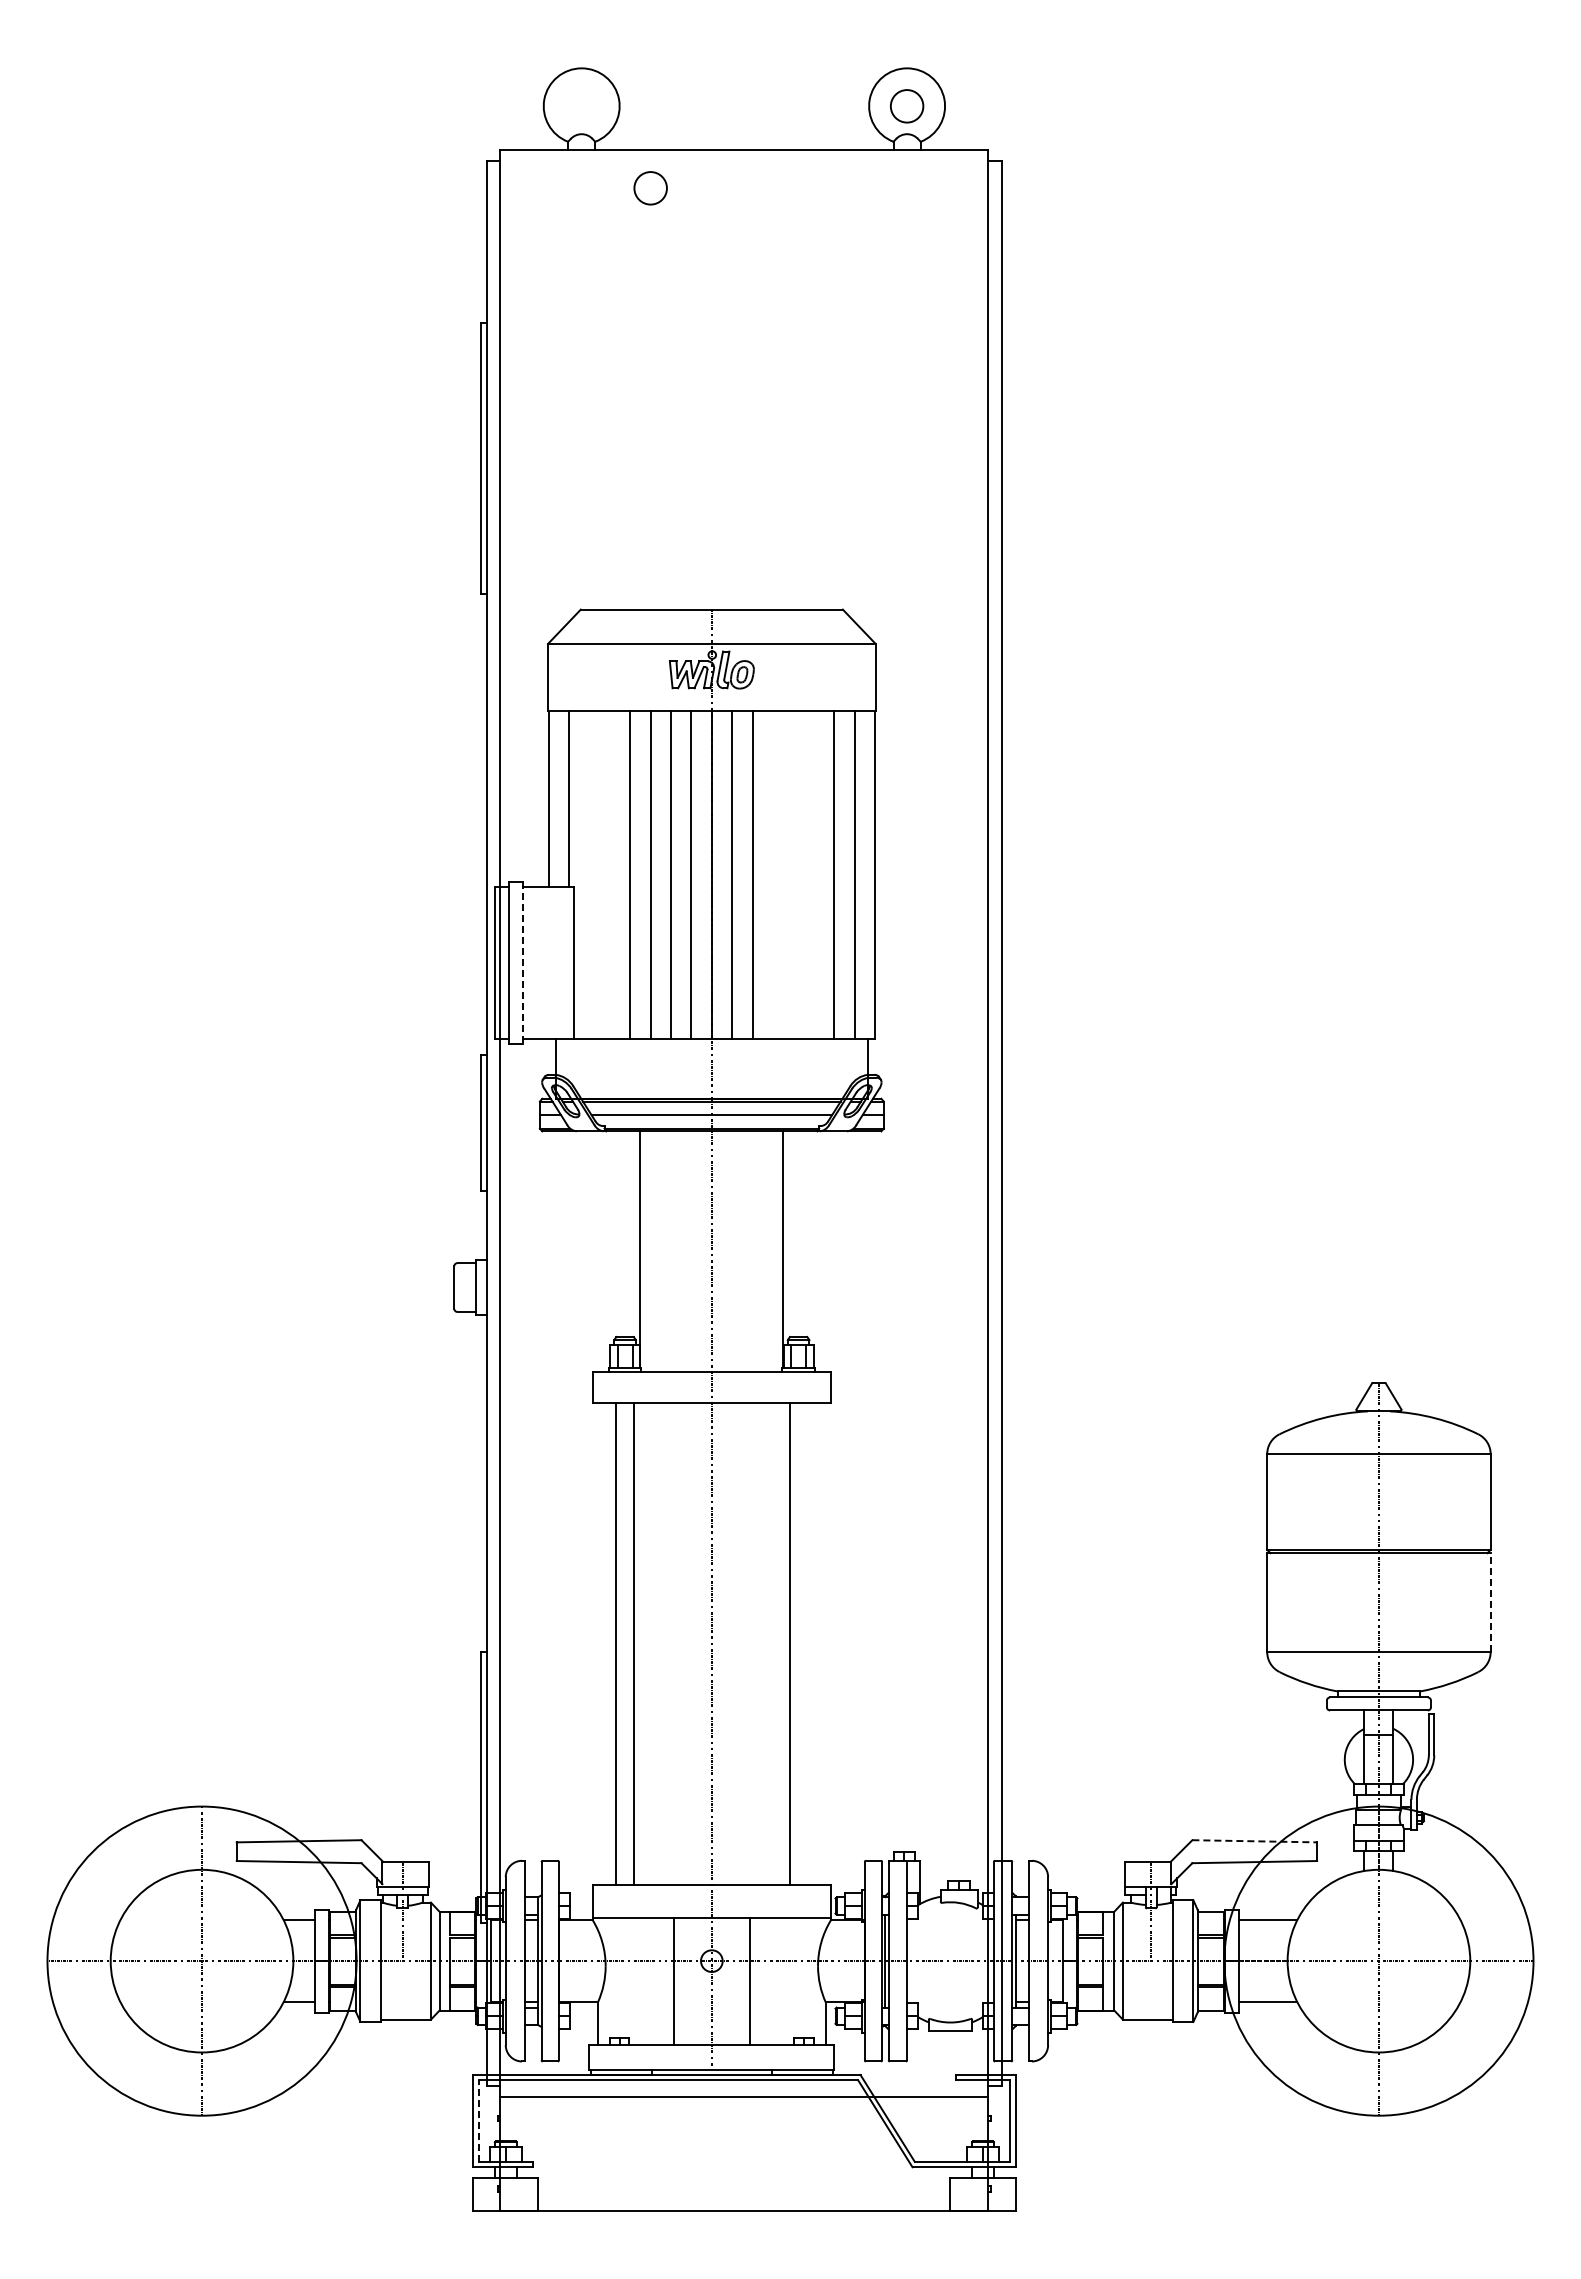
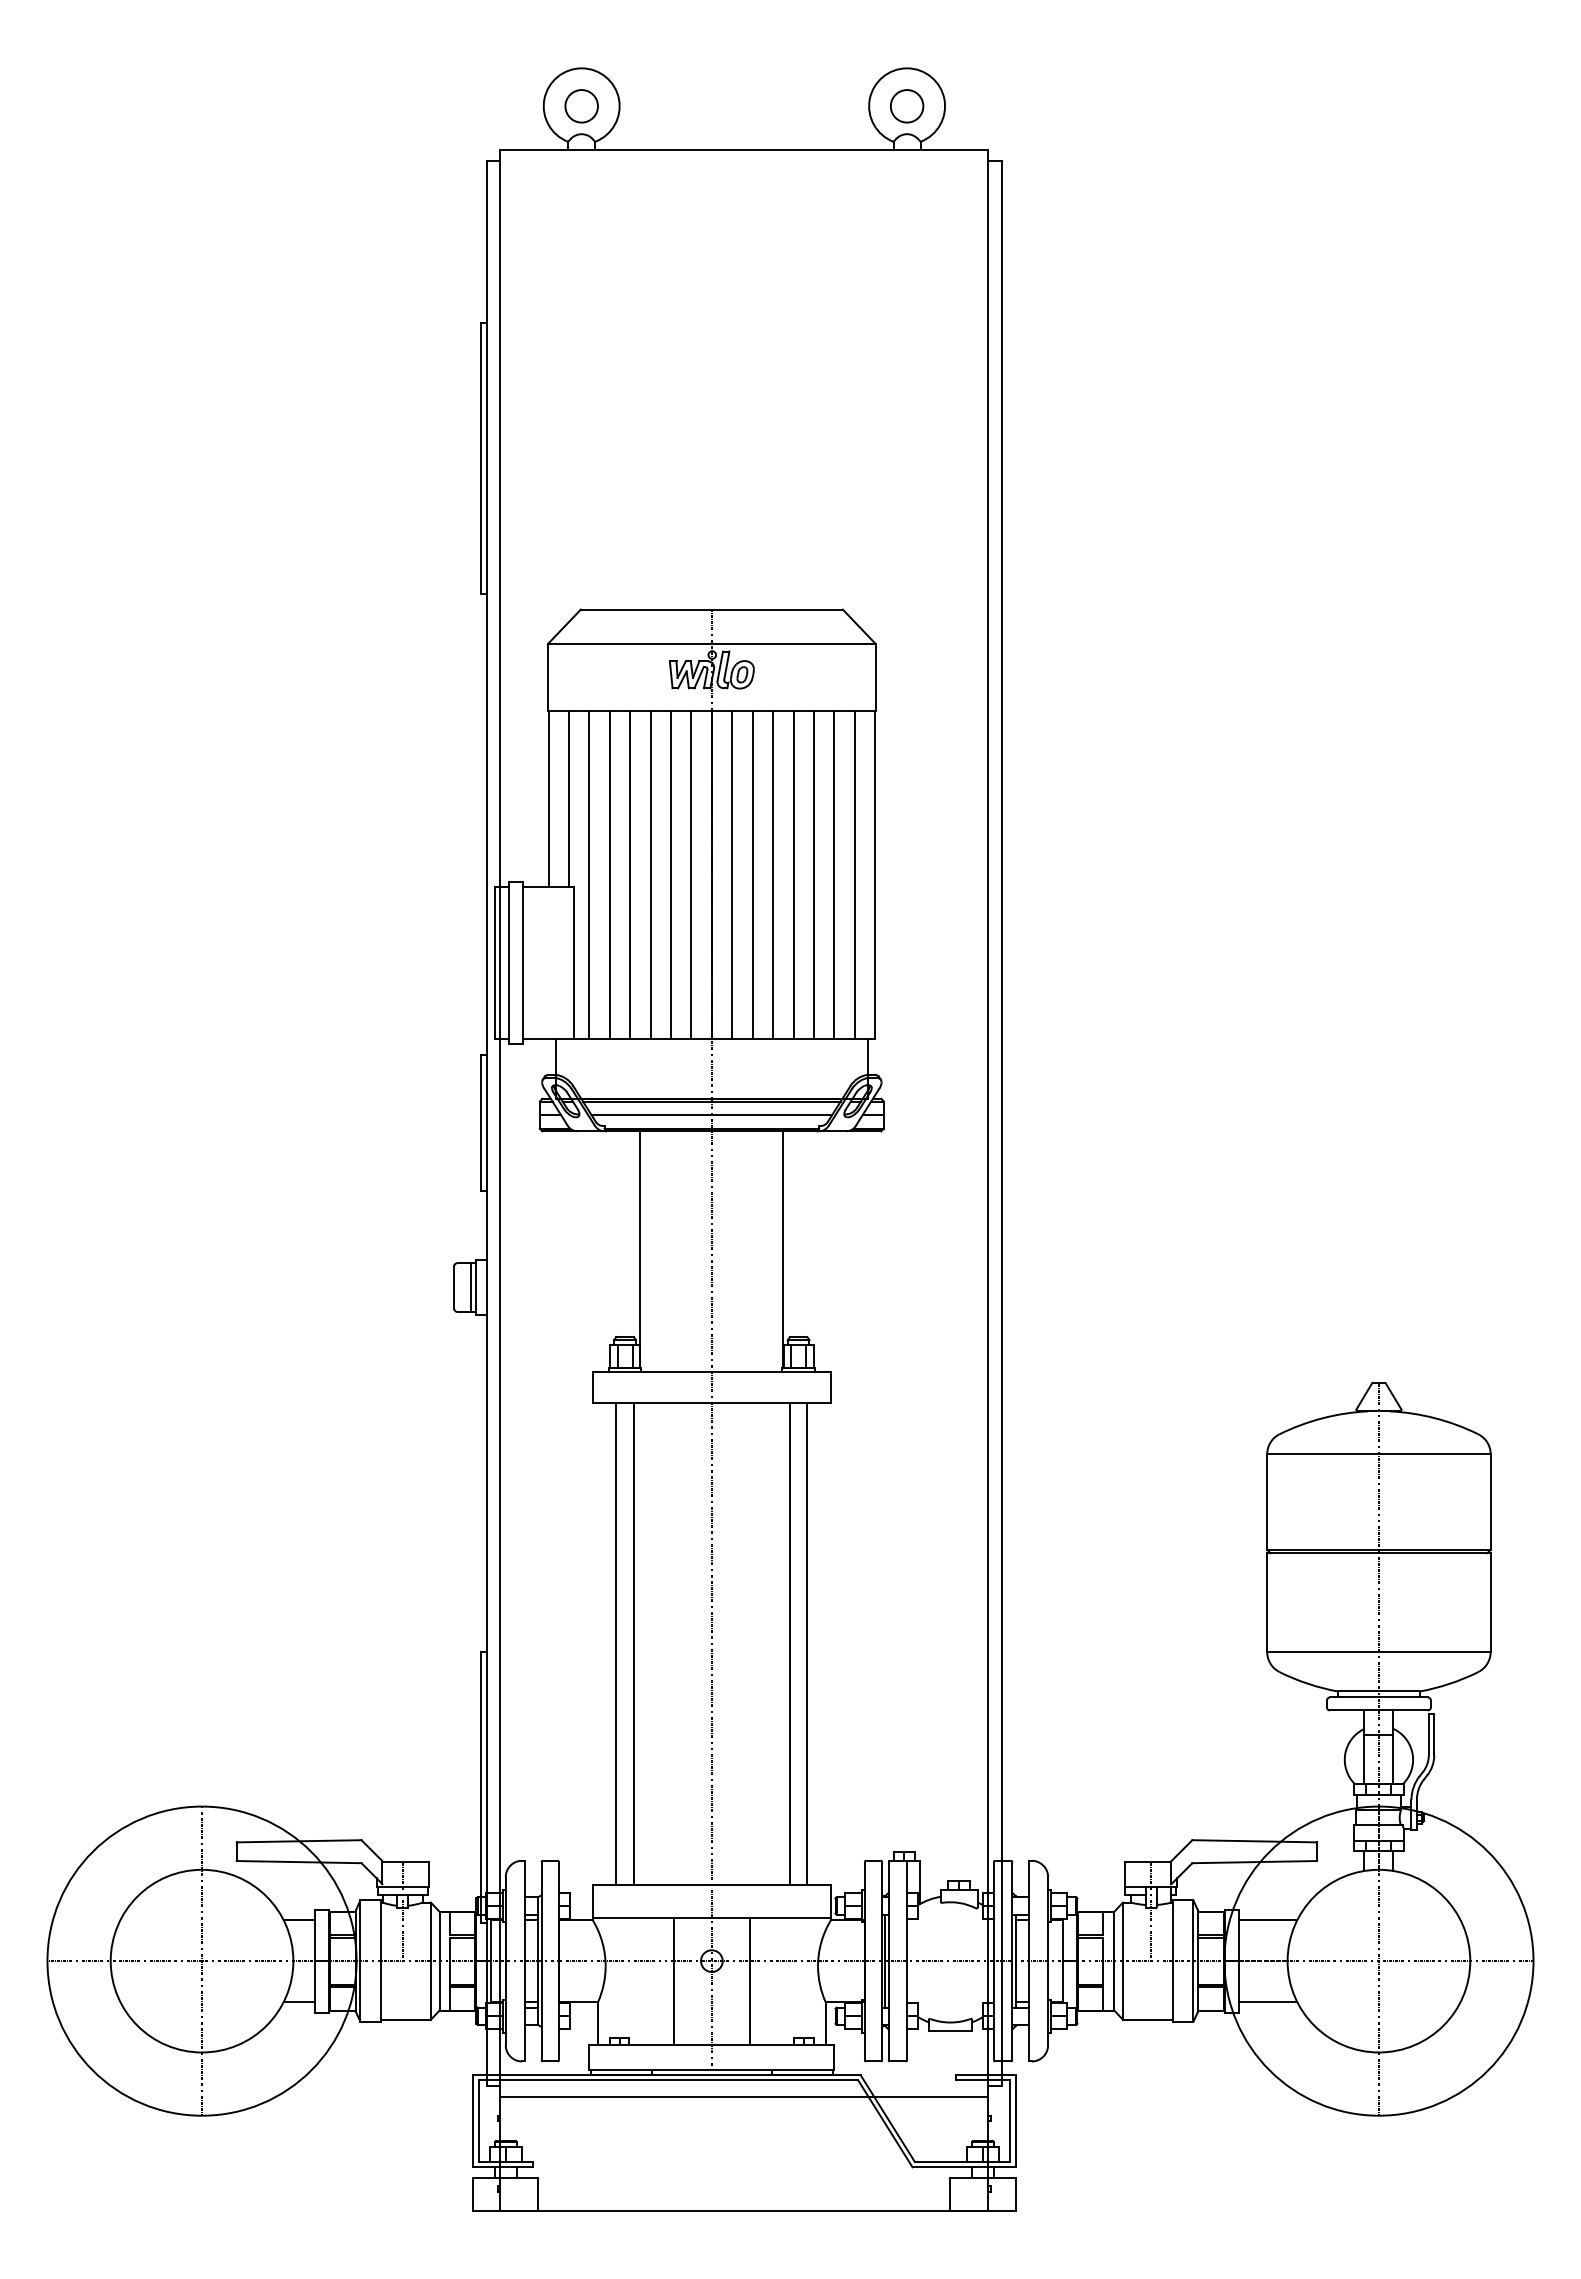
circle at (650, 188) position: (650, 188) -> (581, 106)
line at (589, 874): none -> present
line at (609, 874): none -> present
line at (773, 874): none -> present
line at (793, 874): none -> present
line at (813, 874): none -> present
line at (522, 963): dashed -> solid
line at (470, 1287): none -> present
line at (1490, 1602): dashed -> solid
line at (807, 1644): none -> present
line at (1255, 1841): dashed -> solid
line at (478, 2121): dashed -> solid
